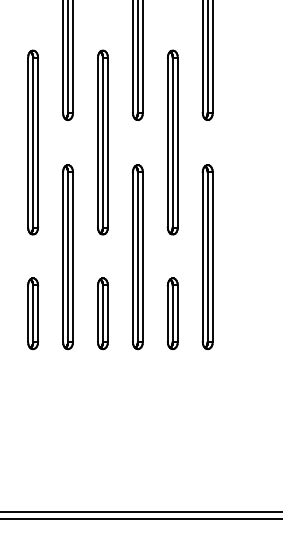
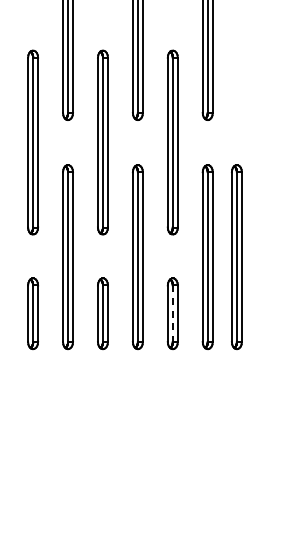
part at (236, 257): none -> present
line at (172, 314): solid -> dashed
line at (140, 511): present -> none
line at (140, 518): present -> none
